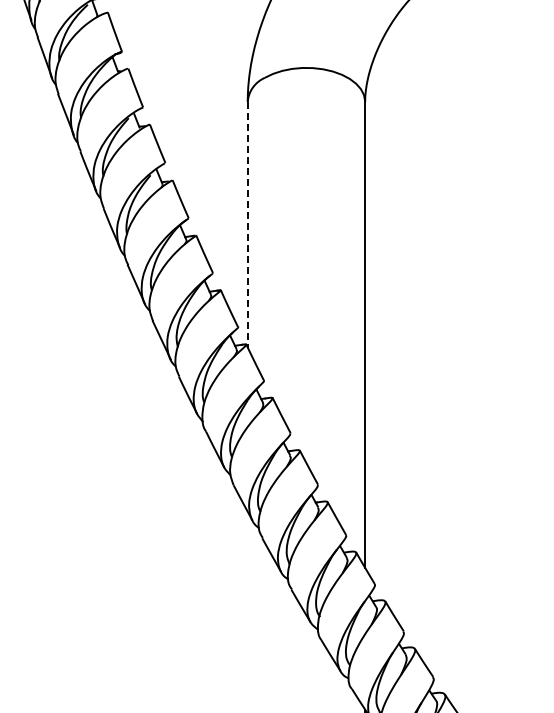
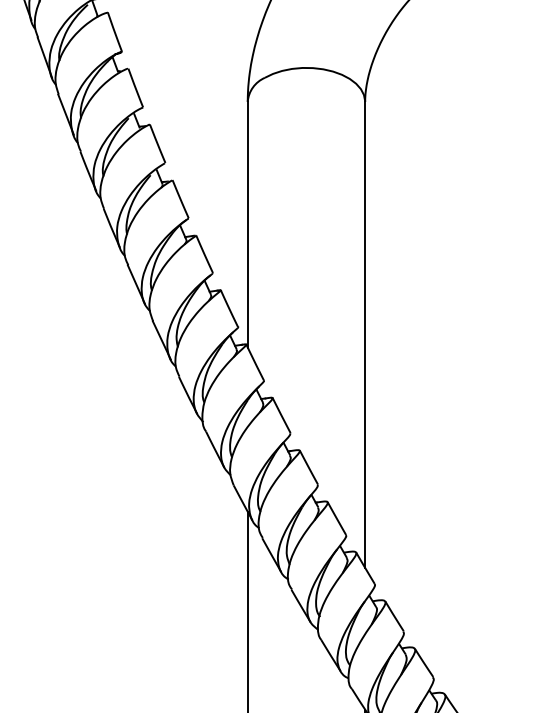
line at (247, 224): dashed -> solid
line at (247, 610): none -> present
